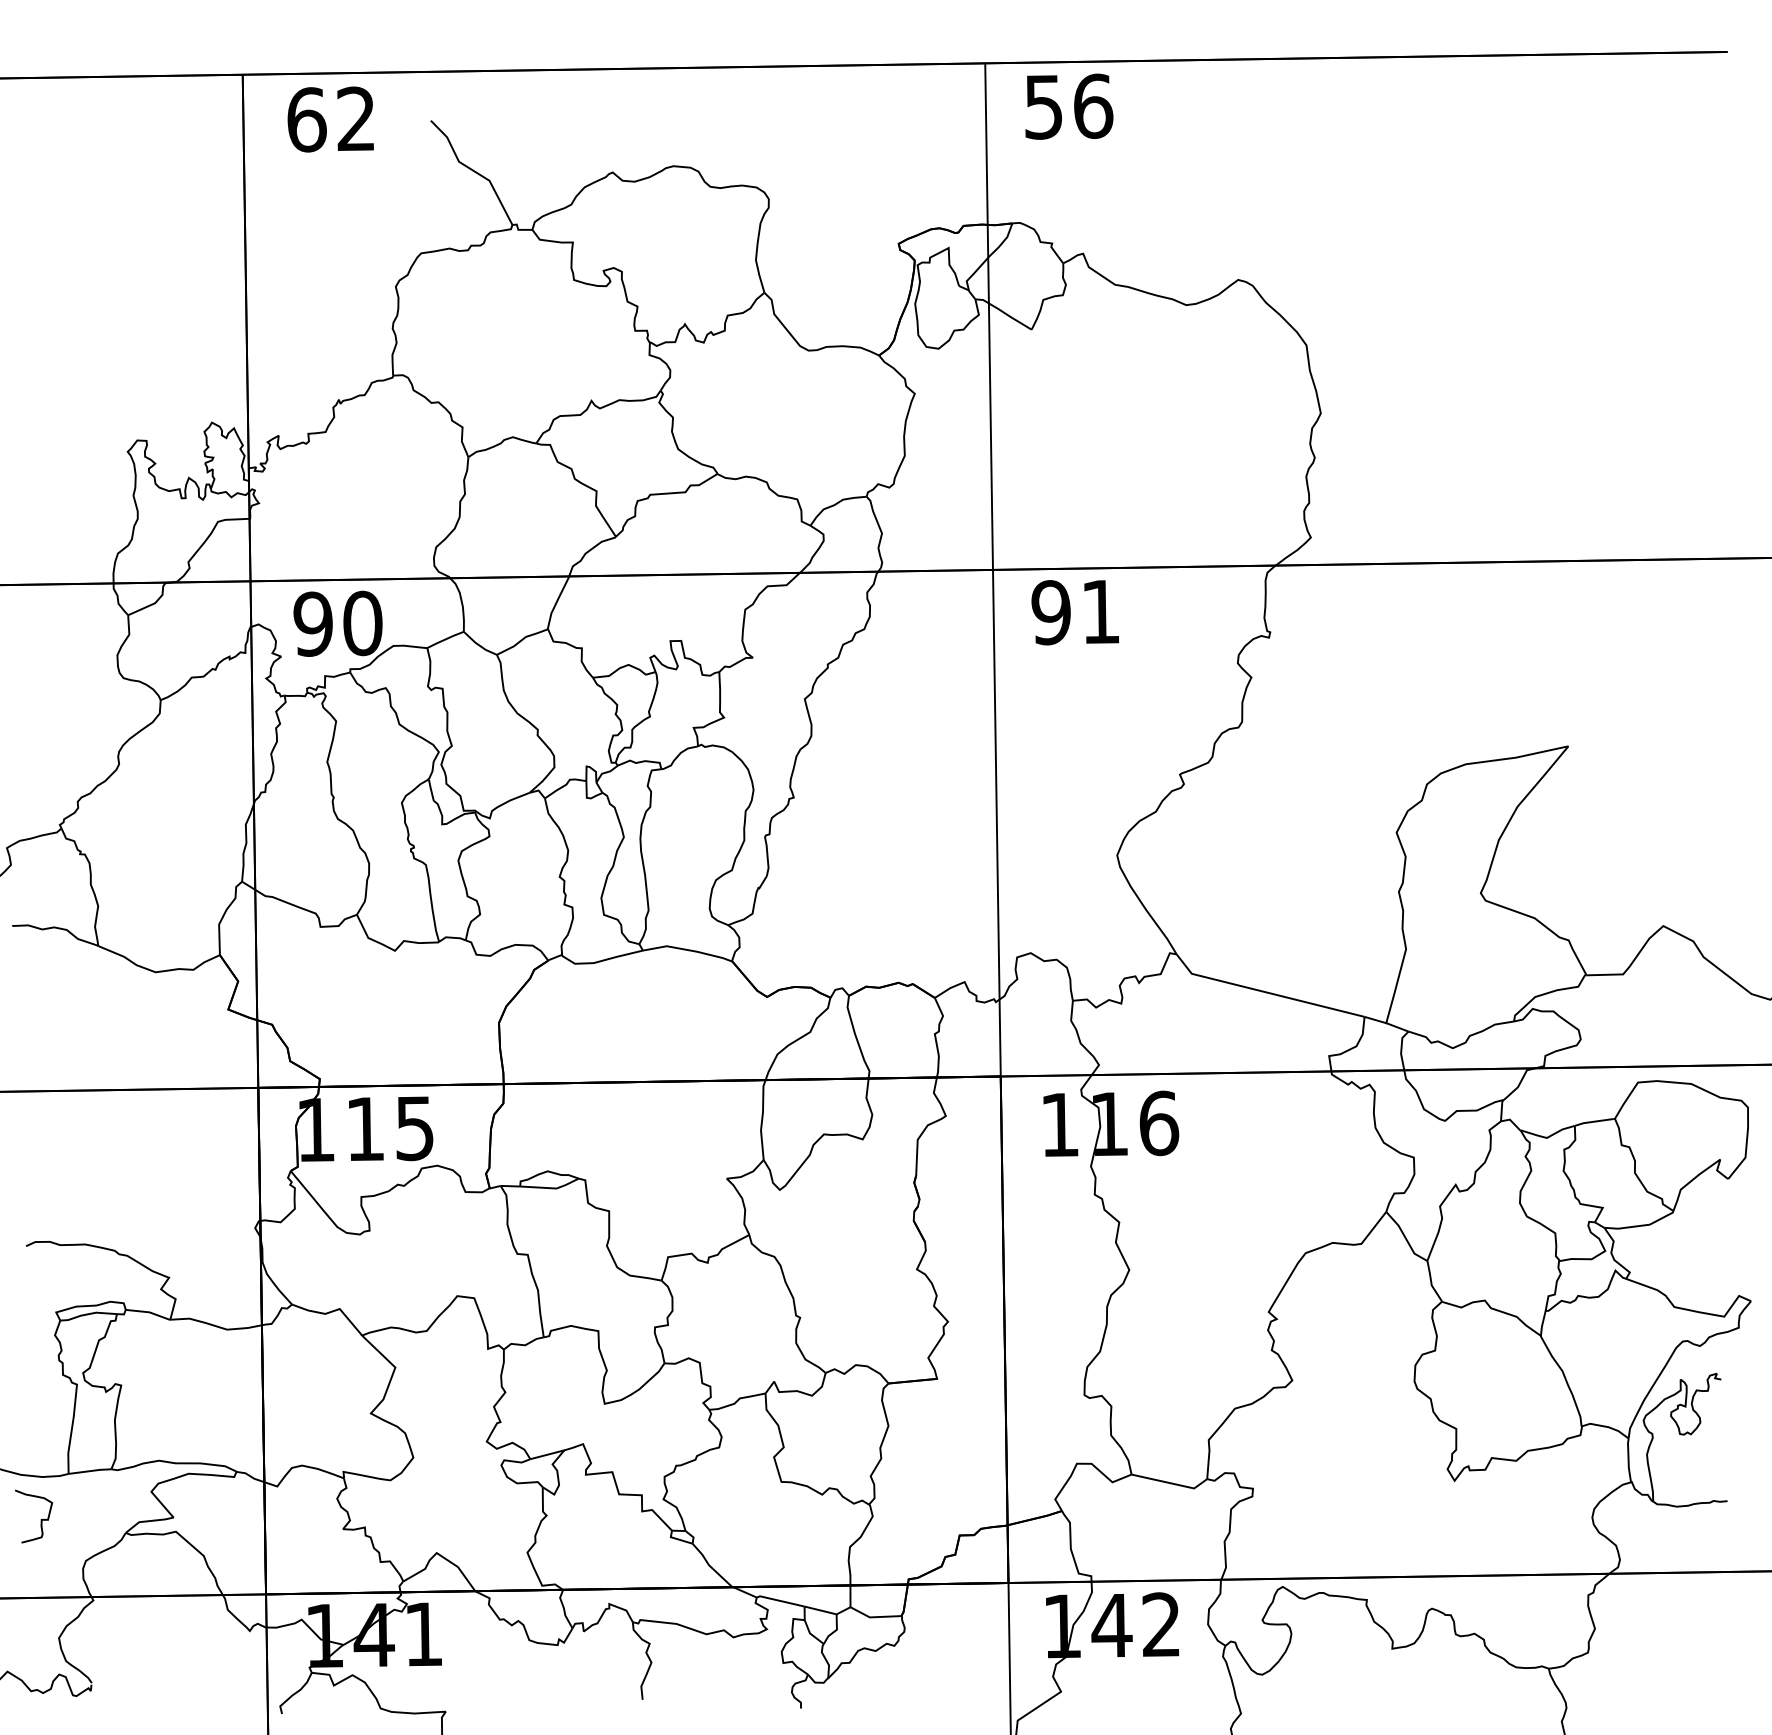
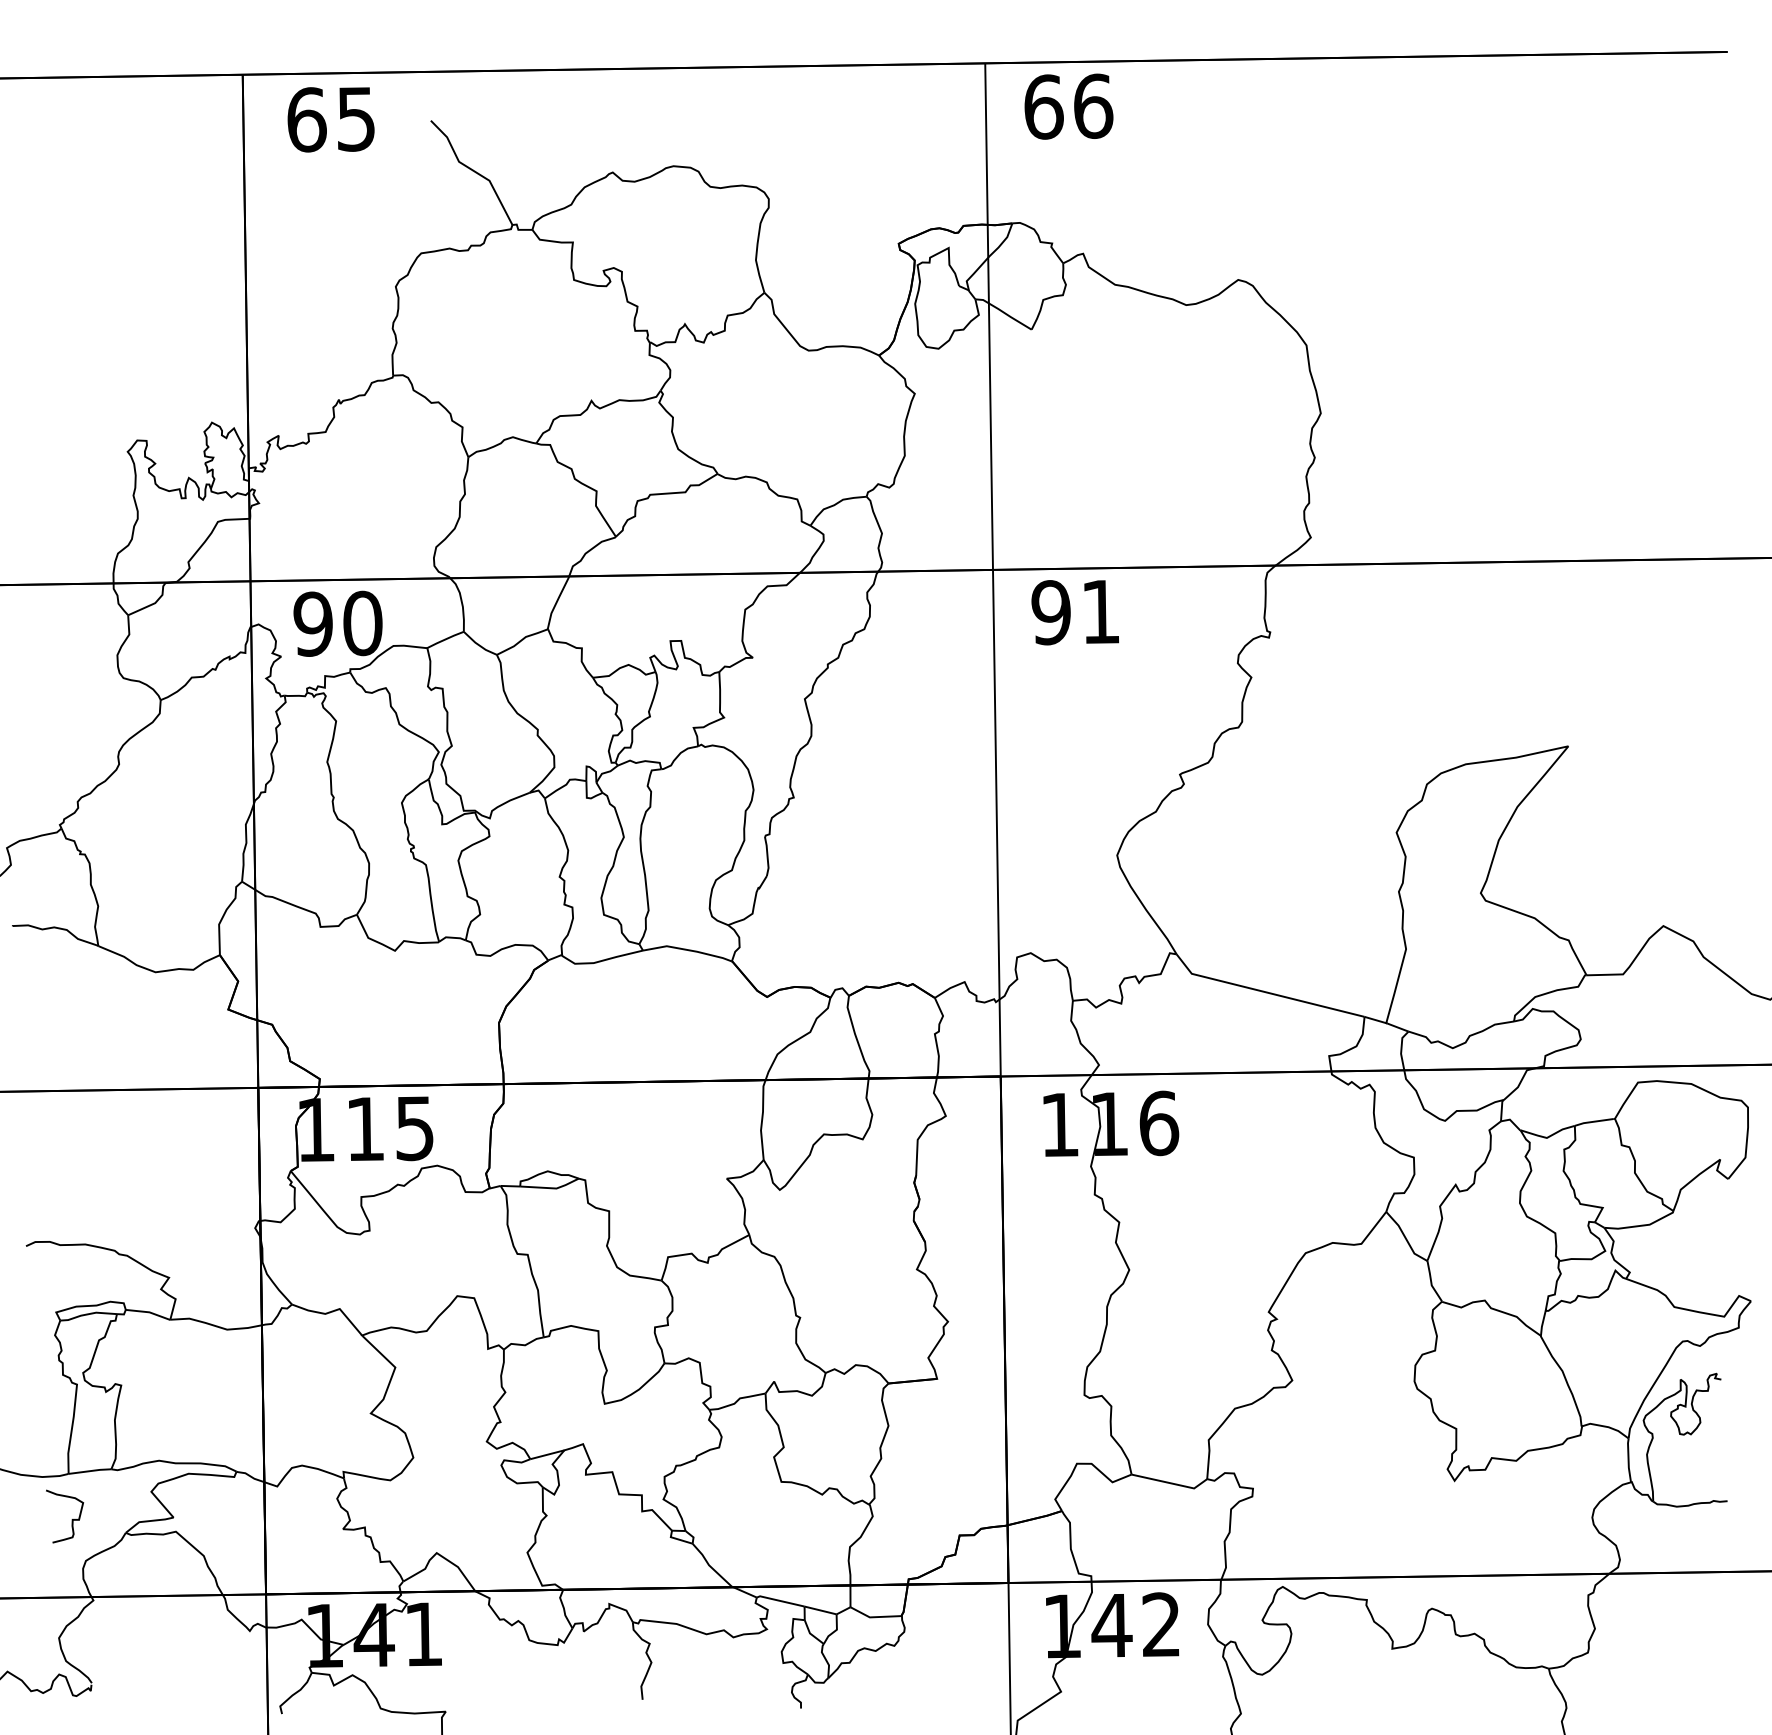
text at (1043, 106): 56 -> 66
text at (355, 118): 62 -> 65
curve at (40, 1519) position: (40, 1519) -> (71, 1519)
